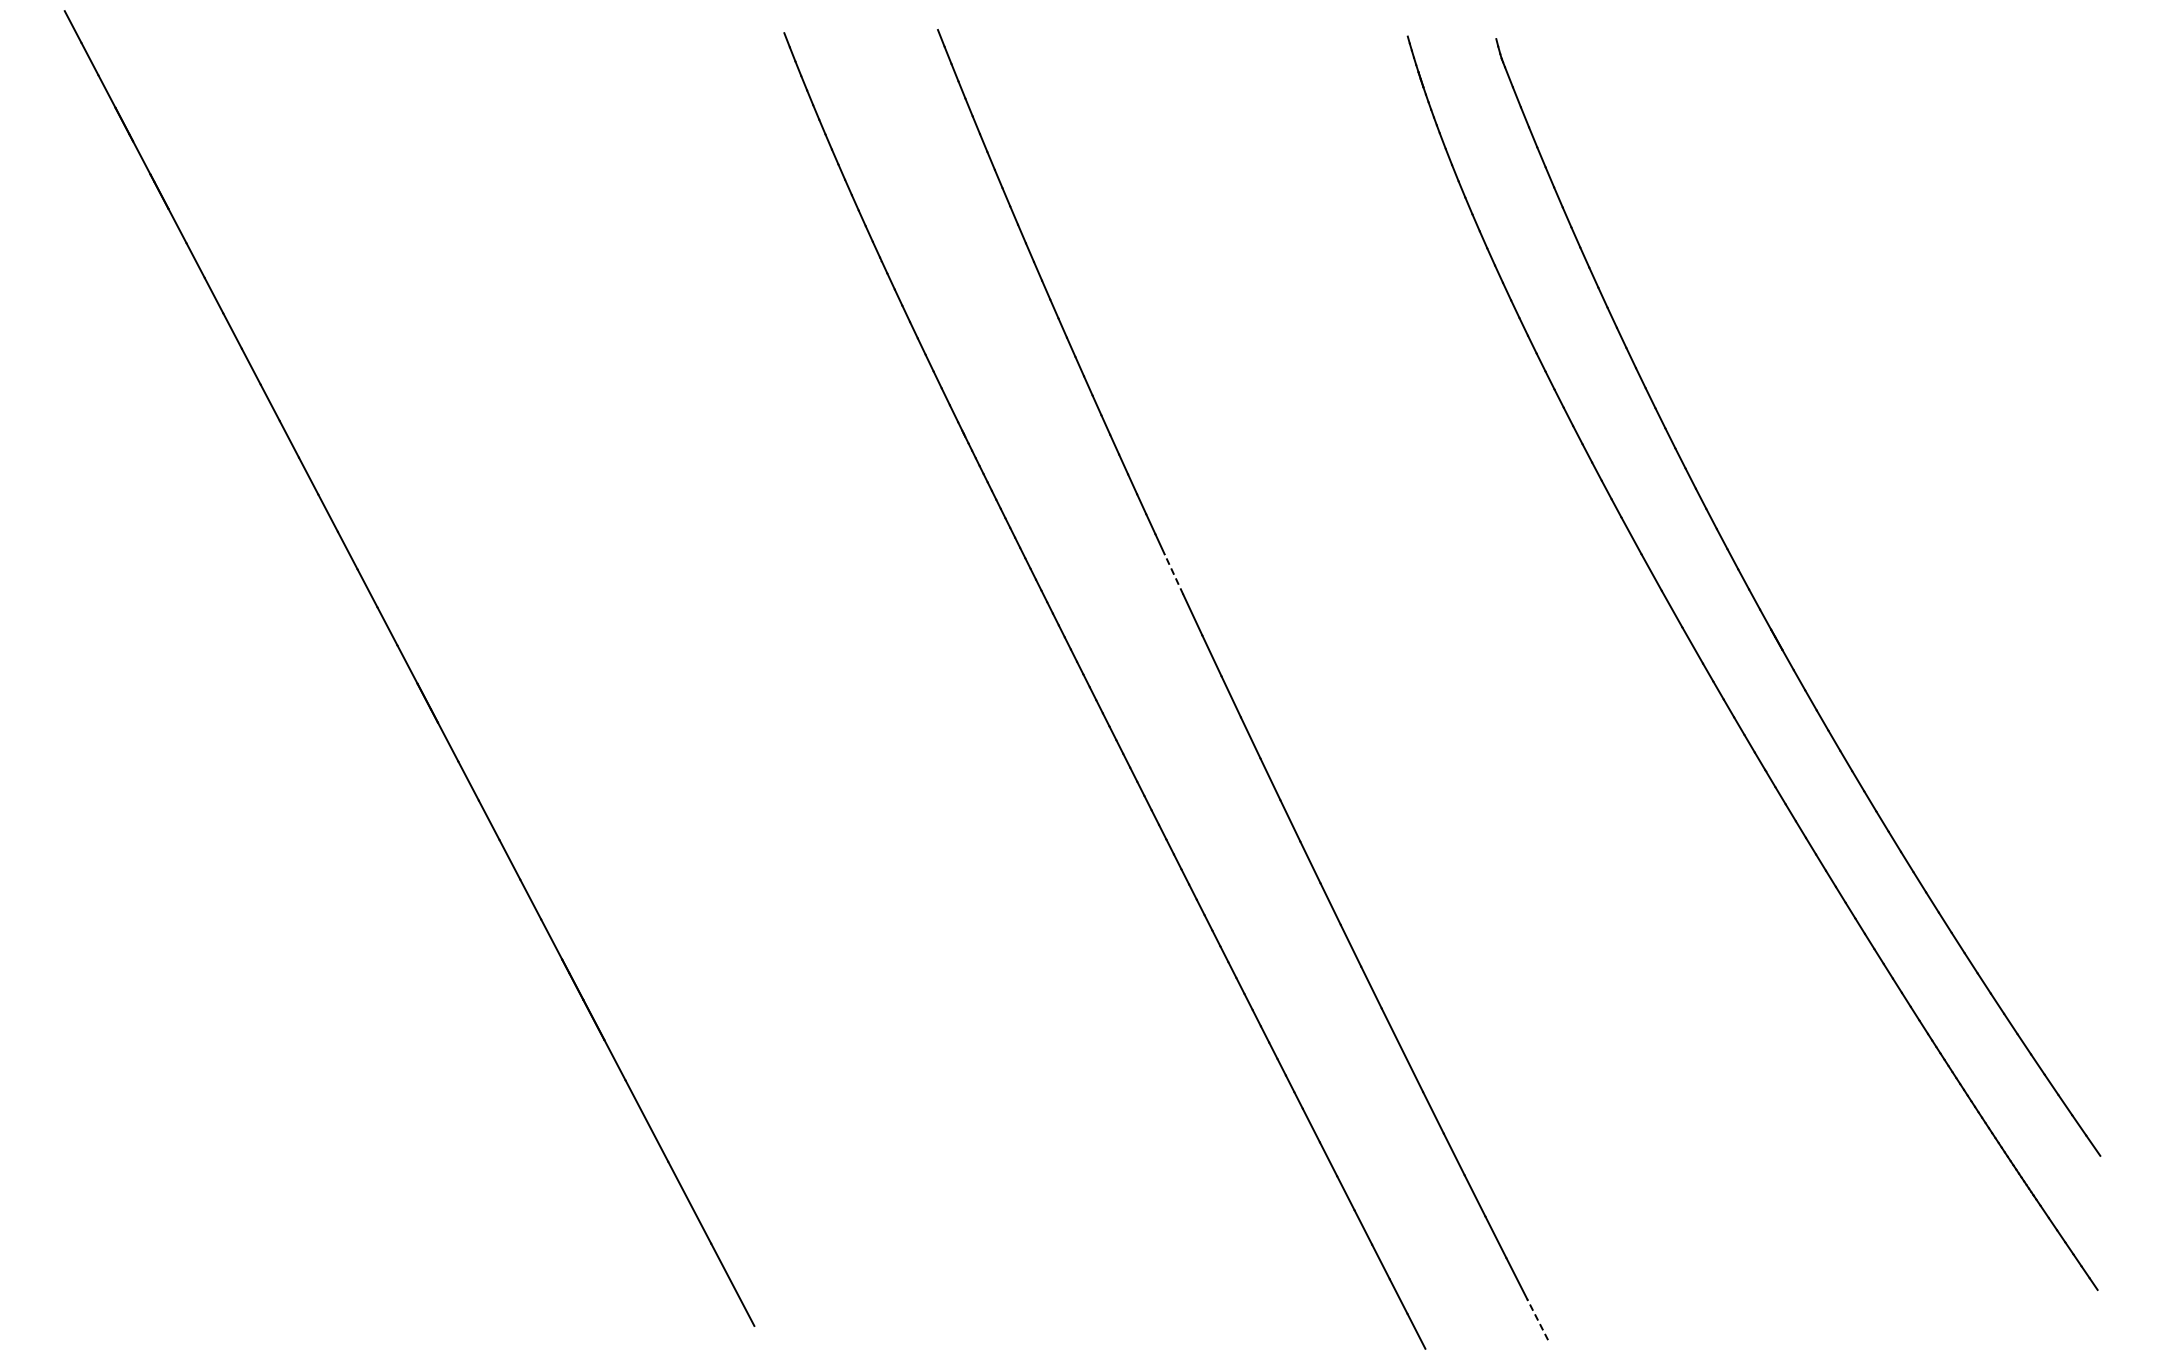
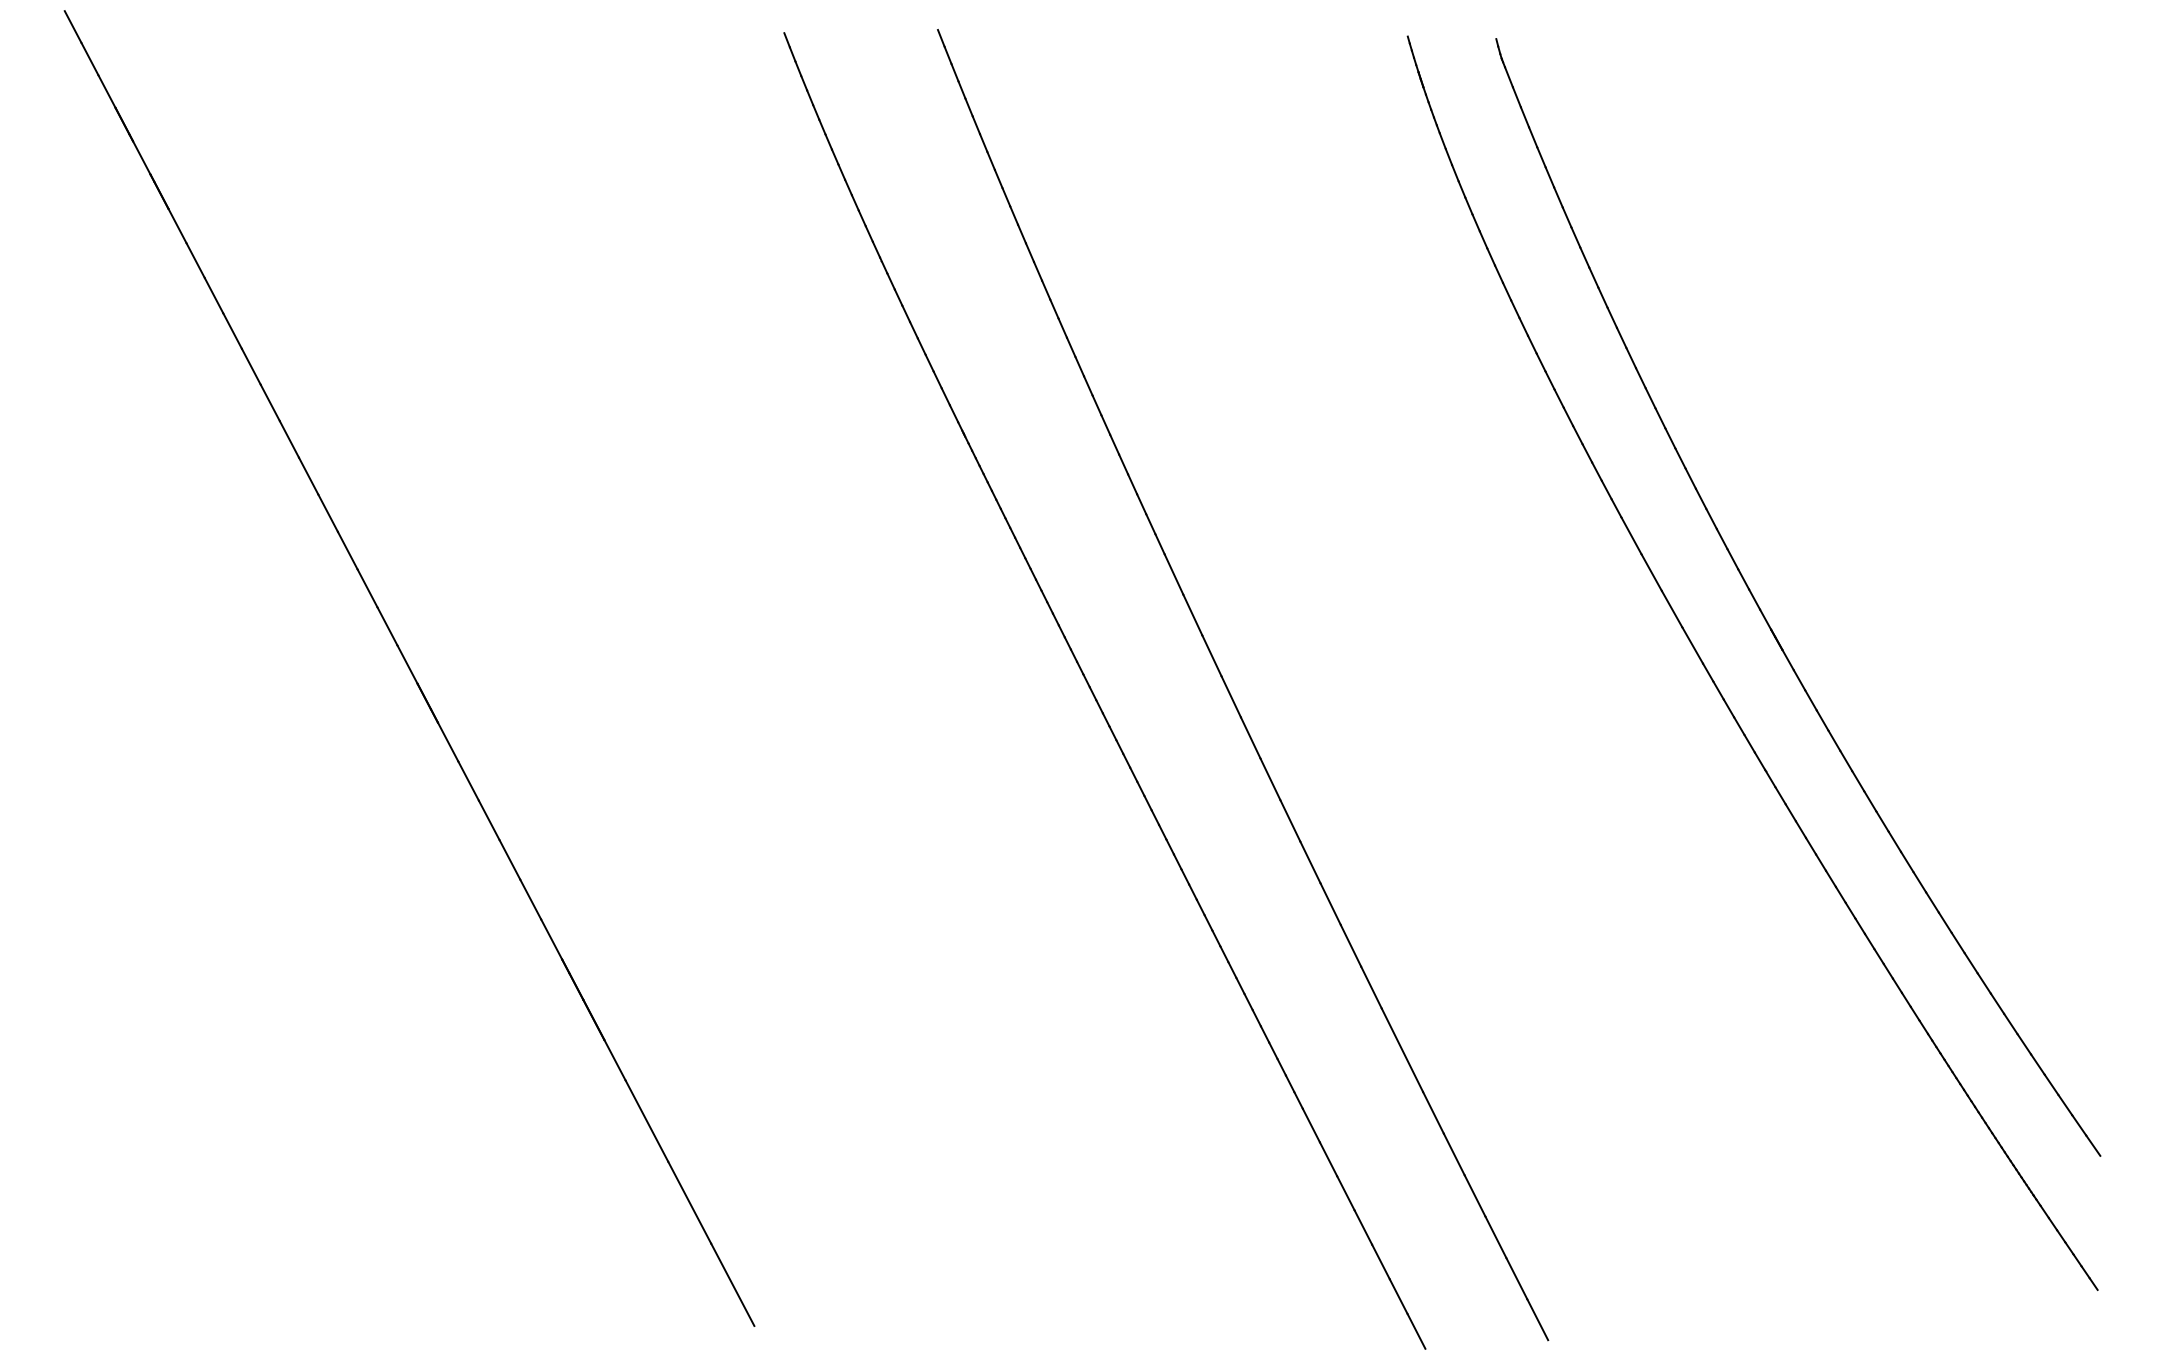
line at (1173, 574): dashed -> solid
line at (1537, 1319): dashed -> solid
